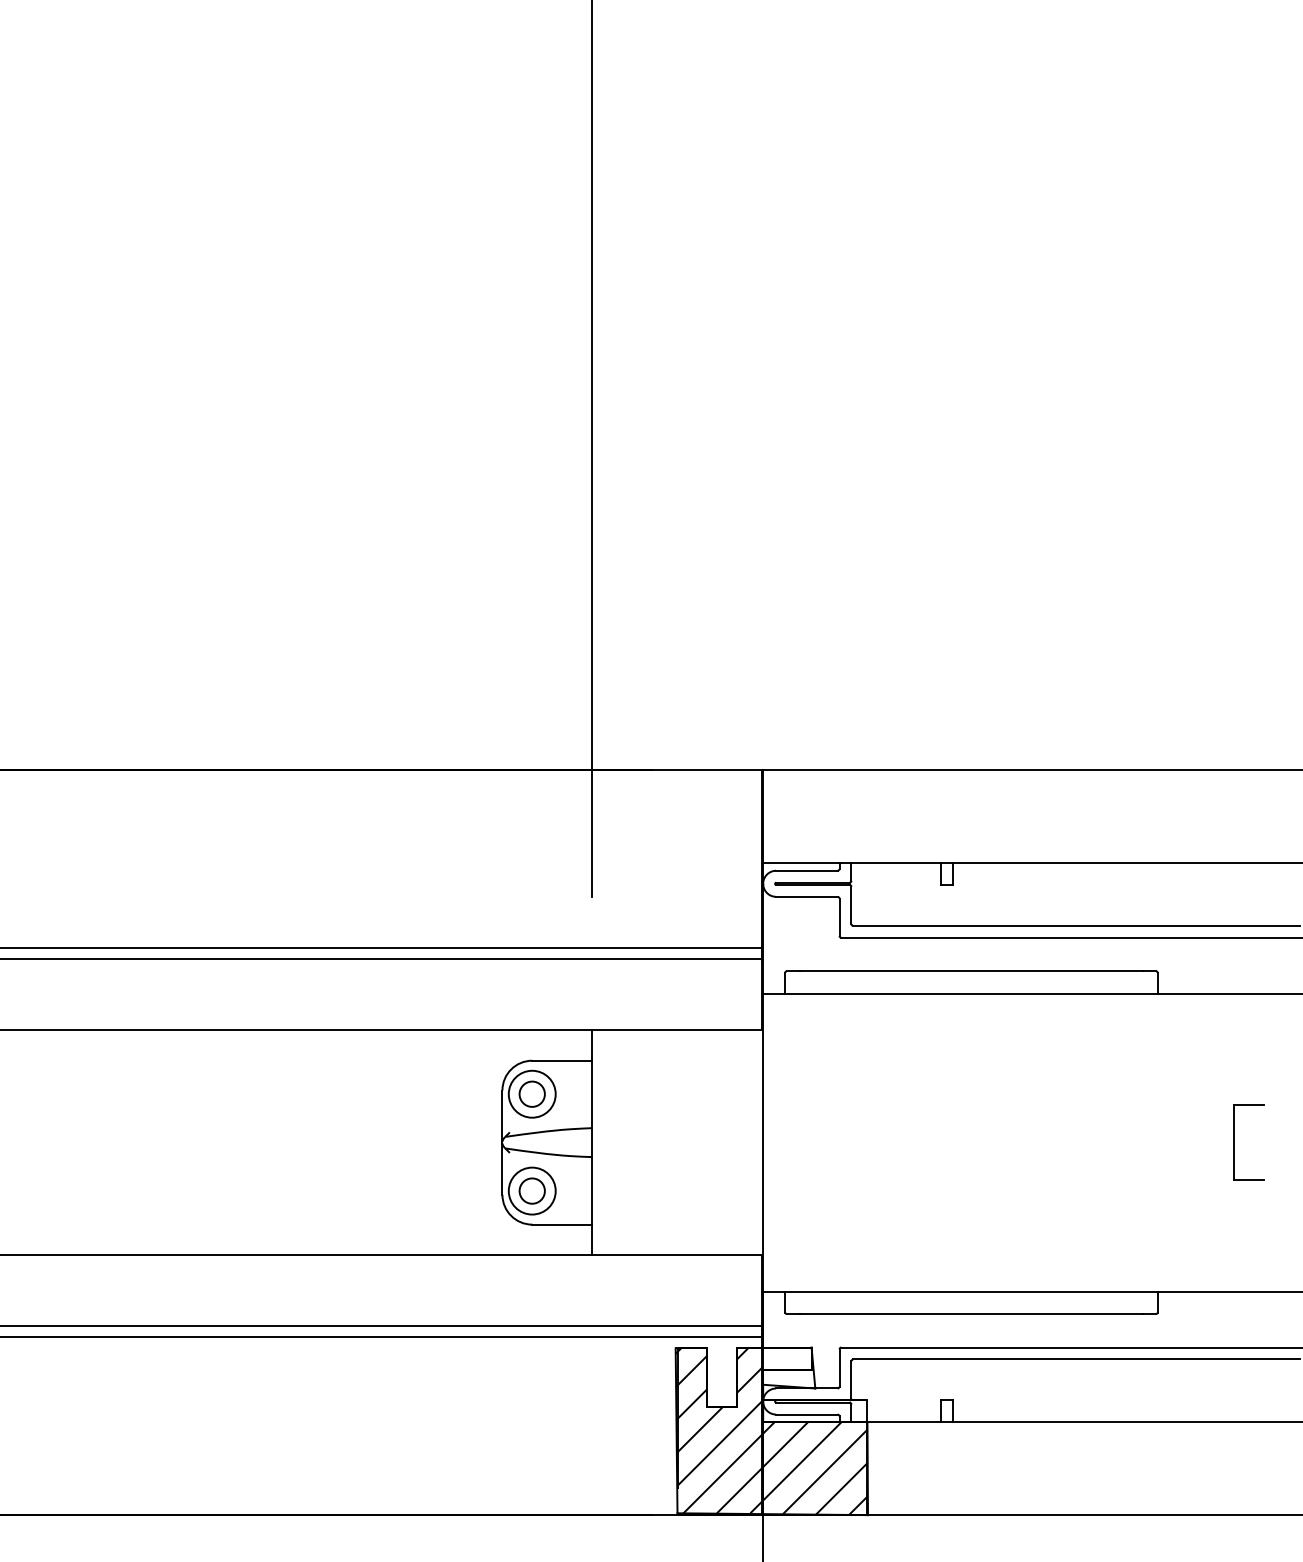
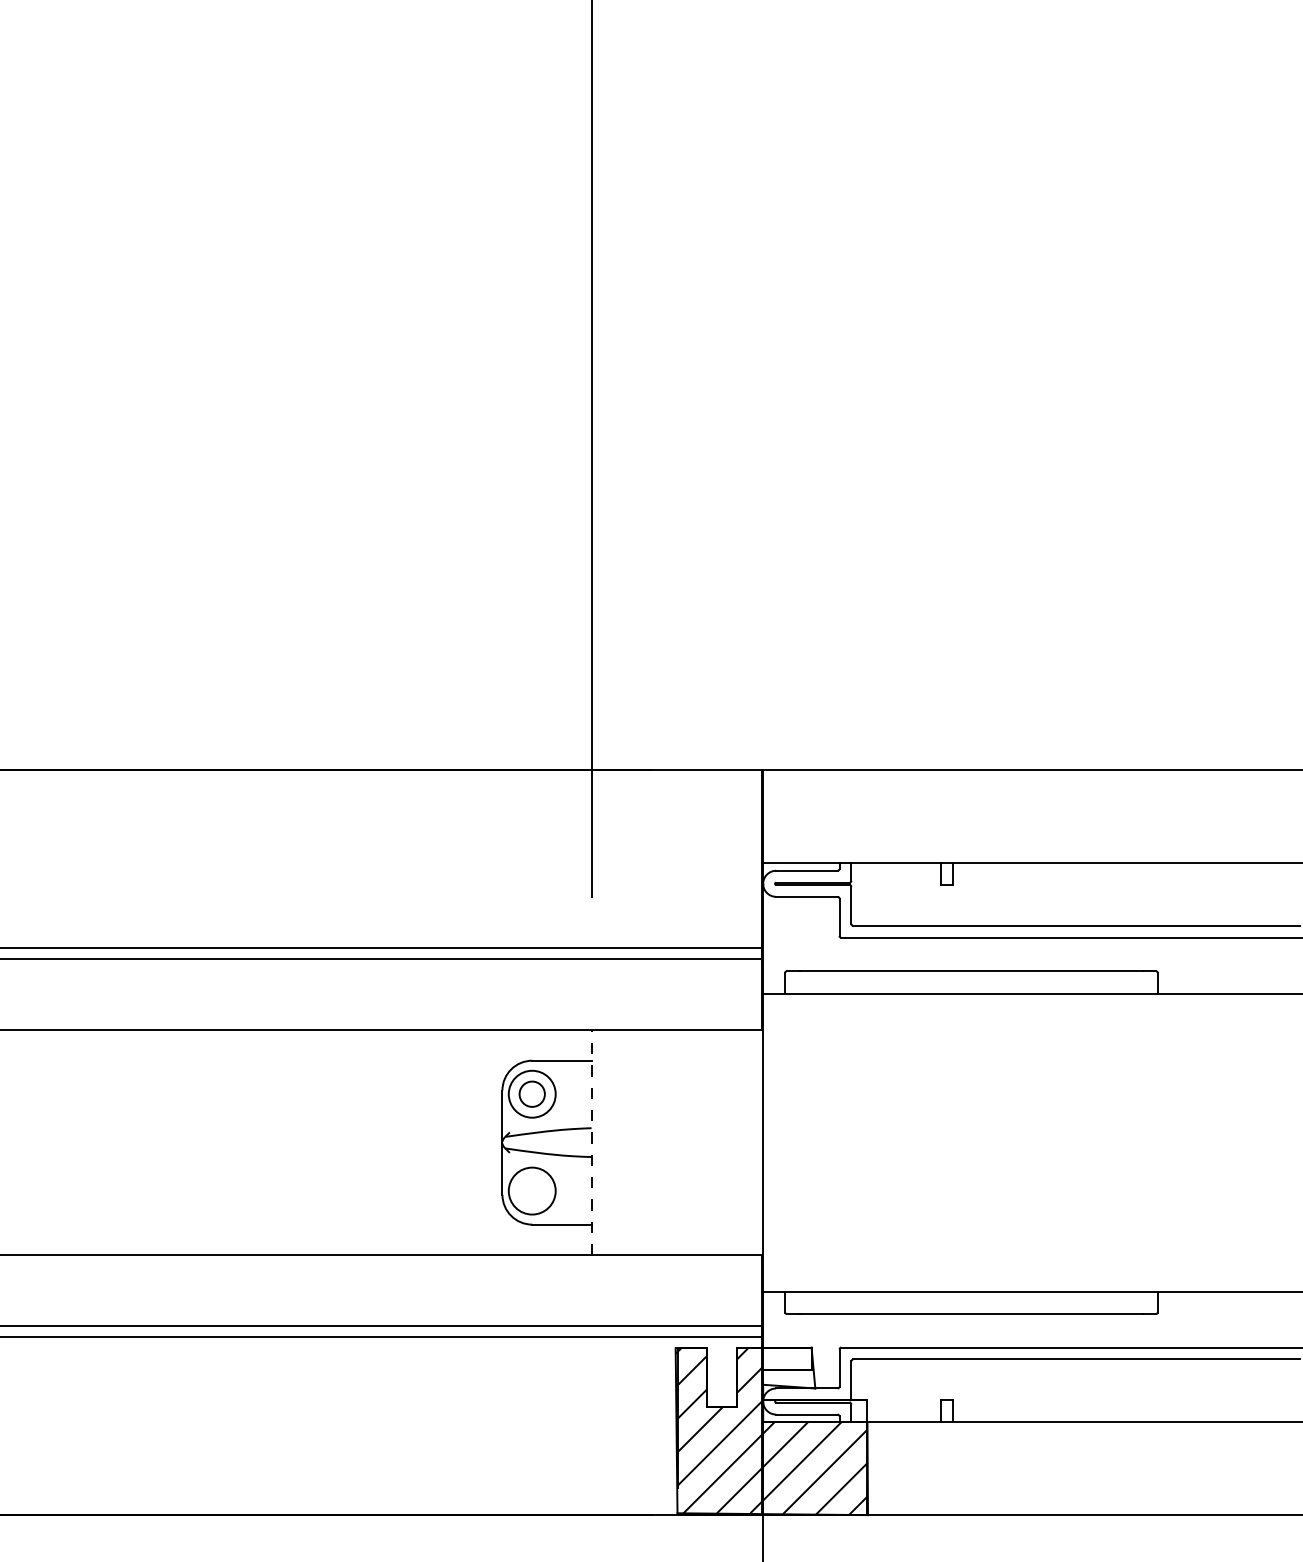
line at (591, 1142): solid -> dashed
part at (1234, 1142): present -> none
circle at (531, 1190): present -> none
